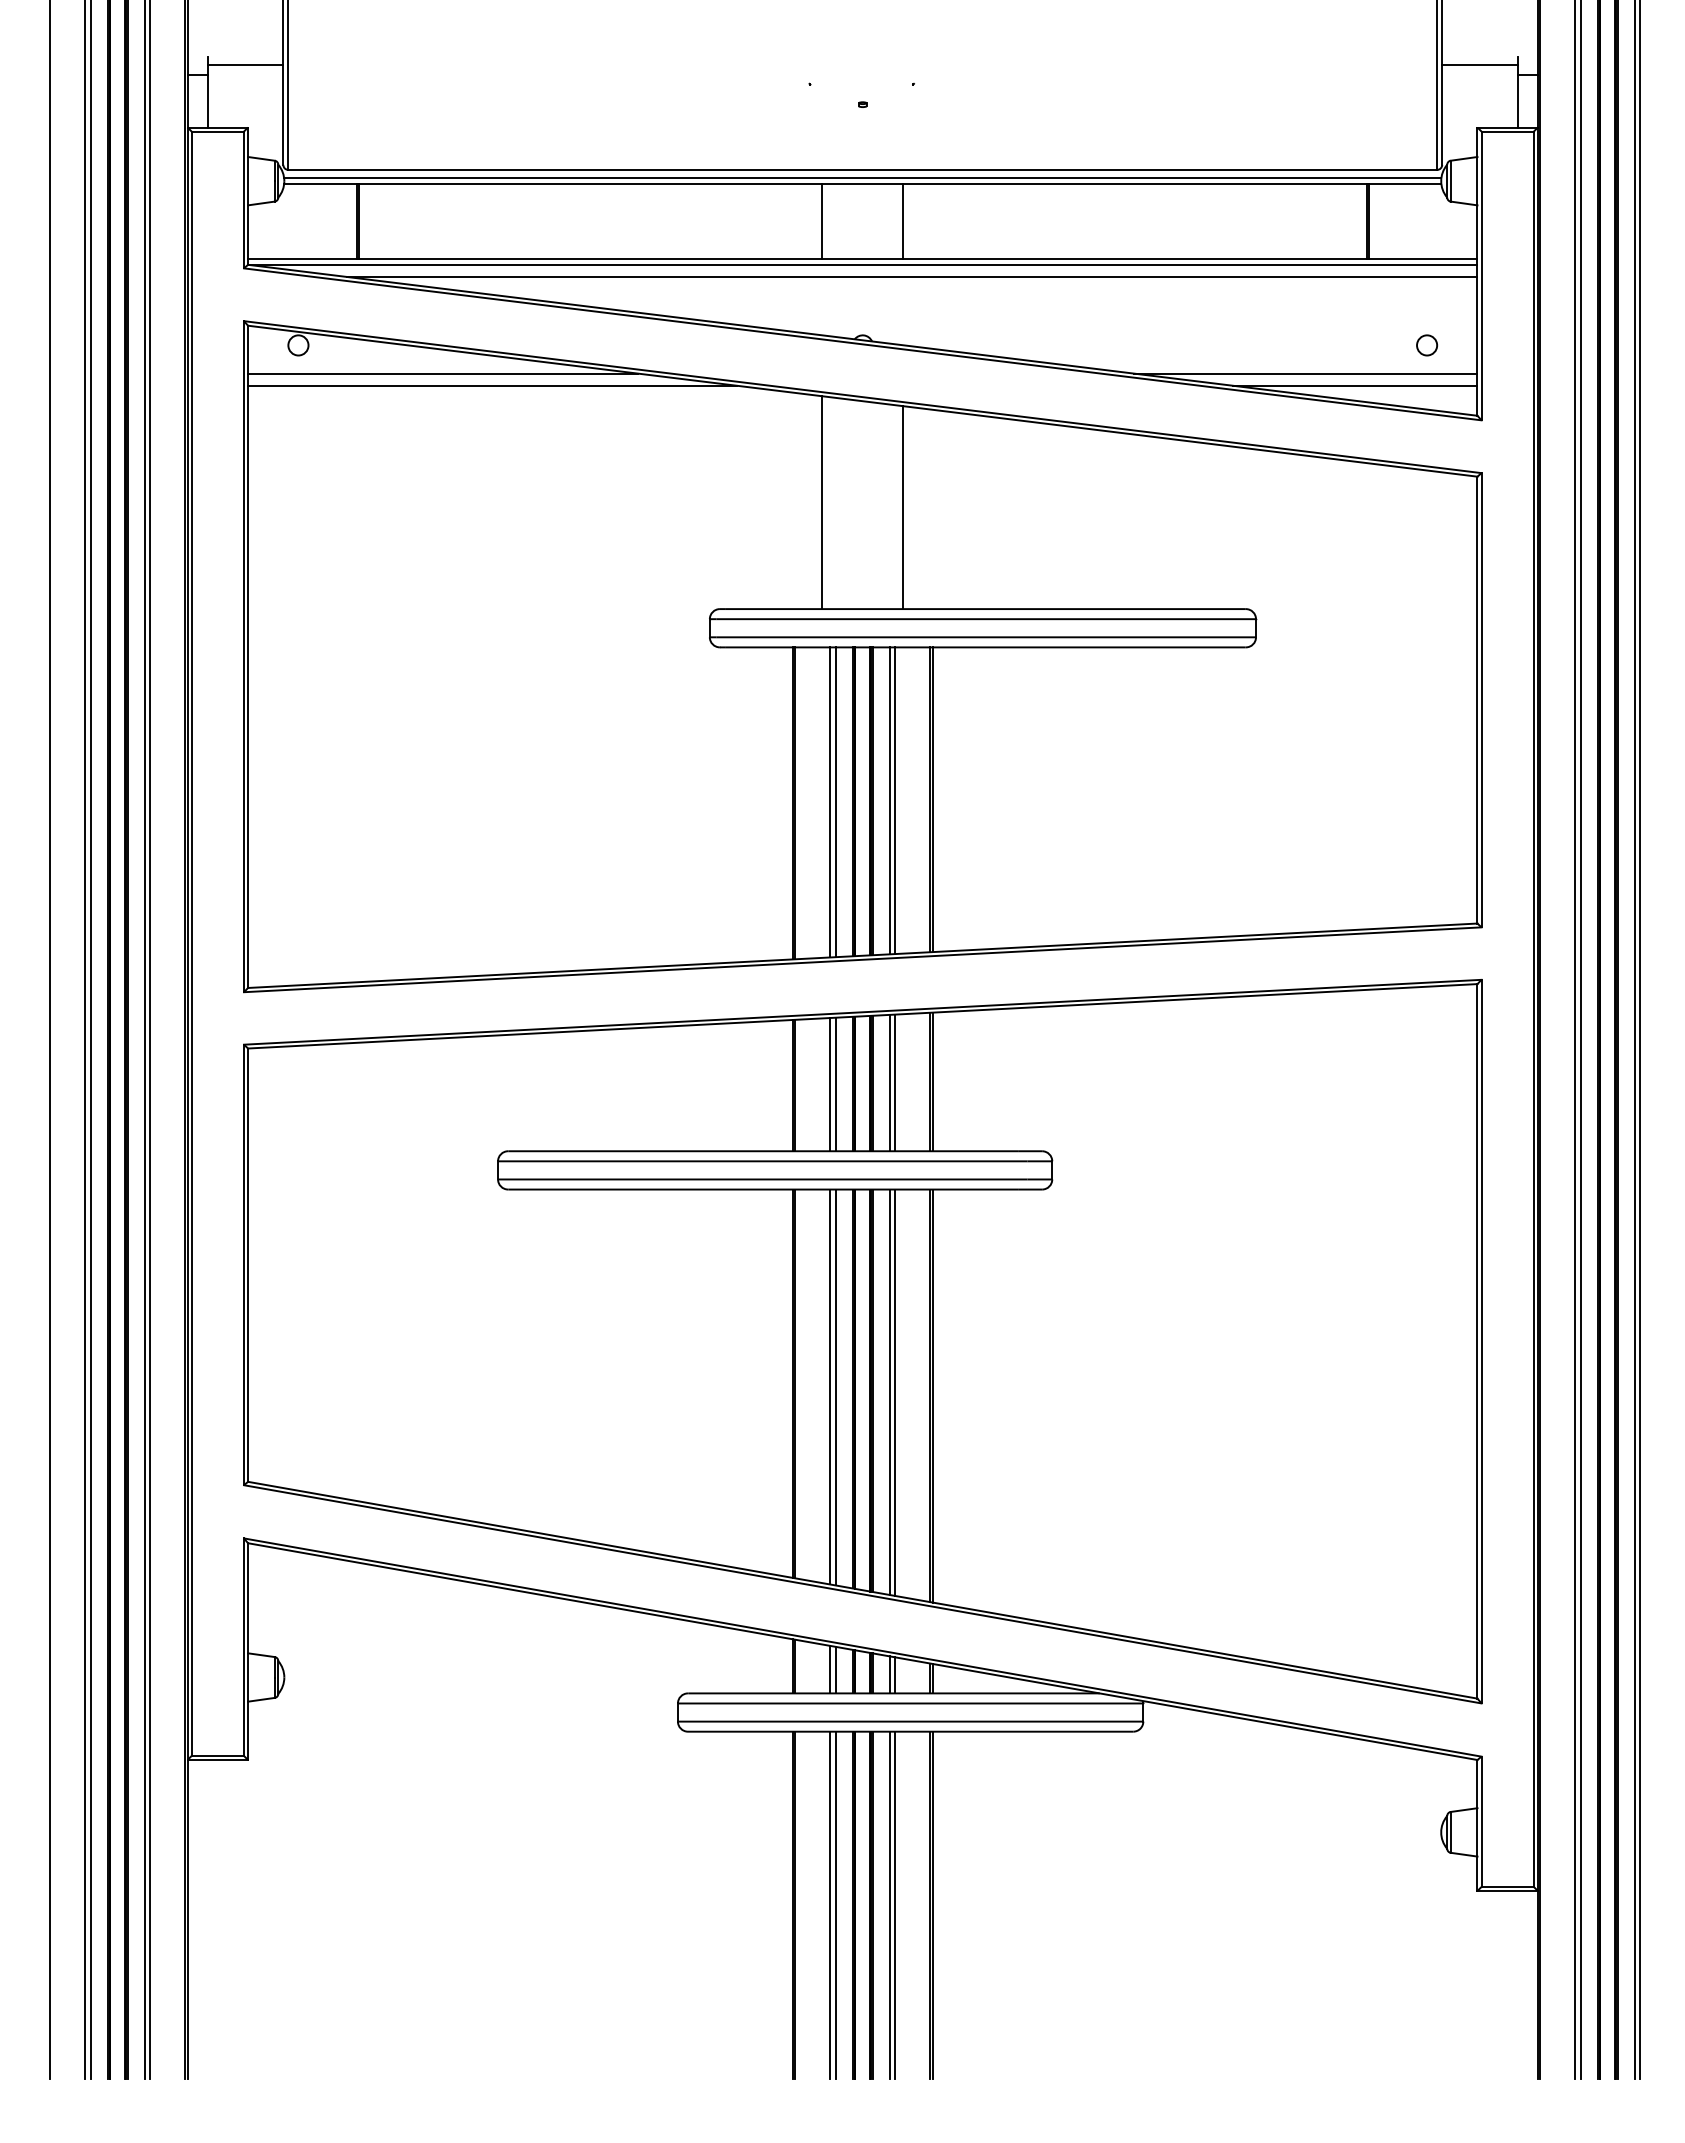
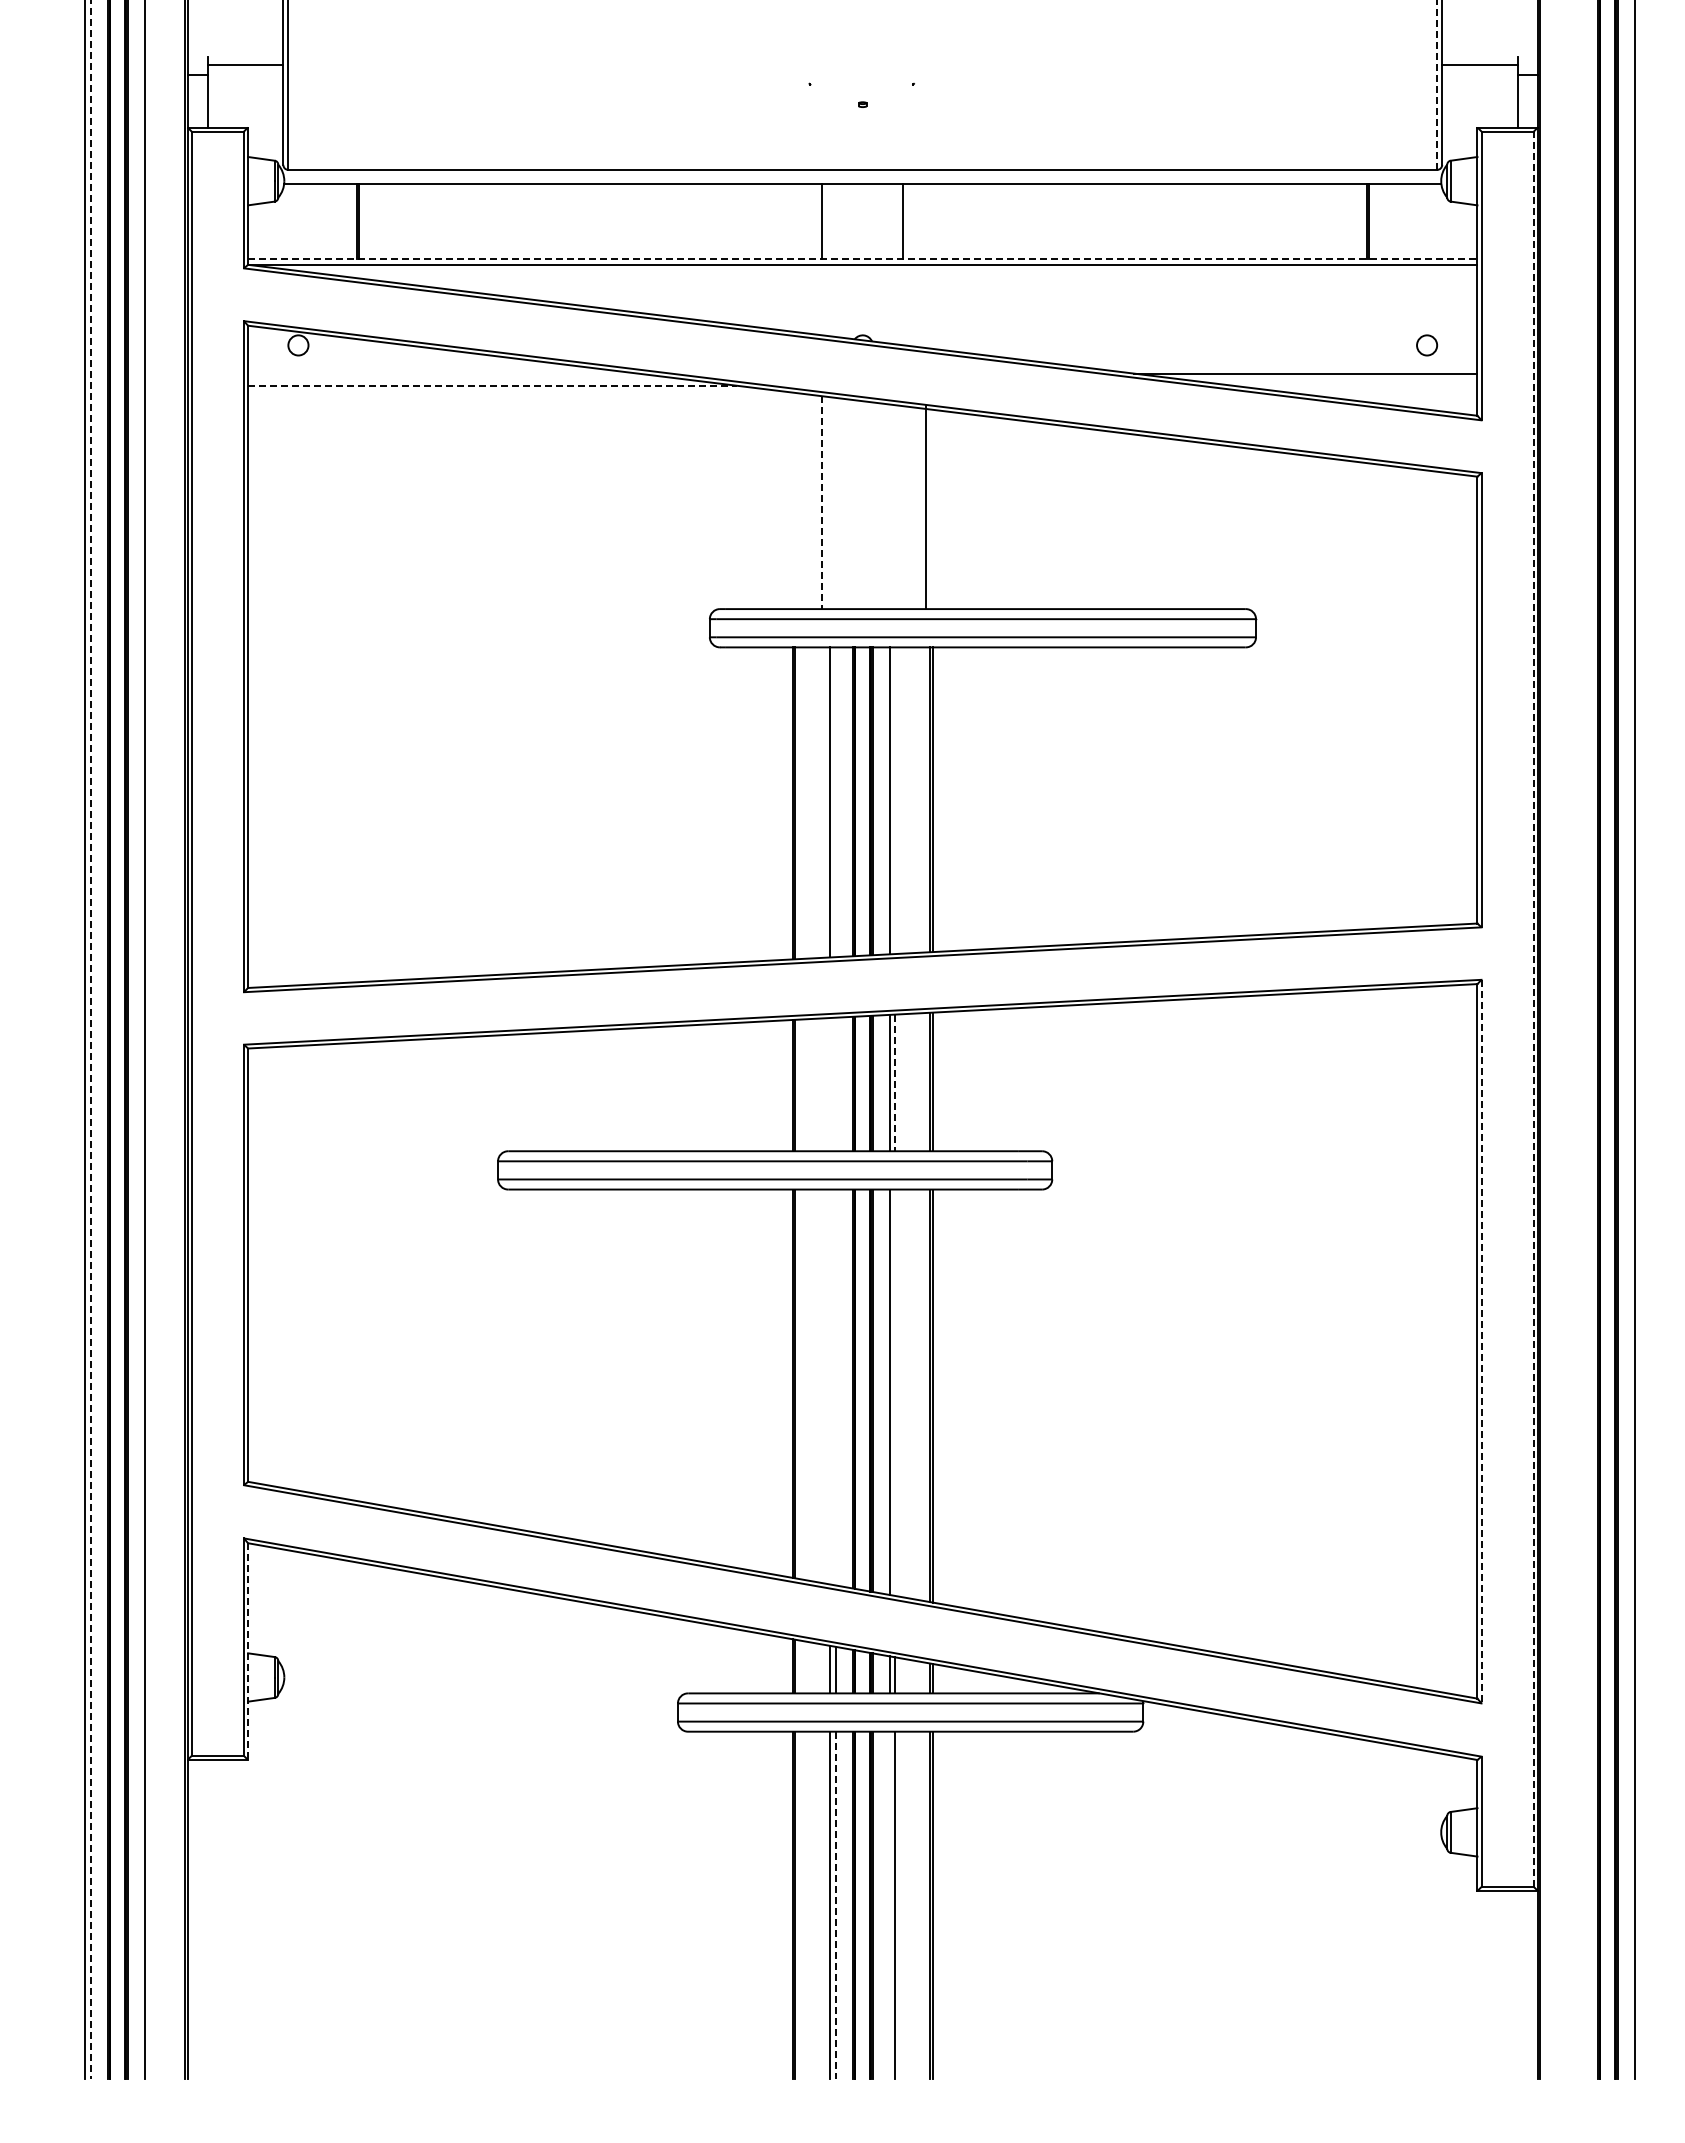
line at (1437, 84): solid -> dashed
line at (862, 178): present -> none
line at (862, 258): solid -> dashed
line at (911, 276): present -> none
line at (443, 373): present -> none
line at (492, 385): solid -> dashed
line at (1354, 385): present -> none
line at (822, 503): solid -> dashed
line at (903, 507) position: (903, 507) -> (926, 507)
line at (895, 800): present -> none
line at (835, 802): present -> none
line at (1533, 1009): solid -> dashed
line at (50, 1040): present -> none
line at (90, 1040): solid -> dashed
line at (150, 1040): present -> none
line at (1575, 1040): present -> none
line at (1580, 1040): present -> none
line at (1640, 1040): present -> none
line at (895, 1083): solid -> dashed
line at (830, 1084): present -> none
line at (835, 1084): present -> none
line at (1481, 1341): solid -> dashed
line at (830, 1386): present -> none
line at (835, 1387): present -> none
line at (895, 1392): present -> none
line at (248, 1652): solid -> dashed
line at (889, 1904): present -> none
line at (835, 1905): solid -> dashed
